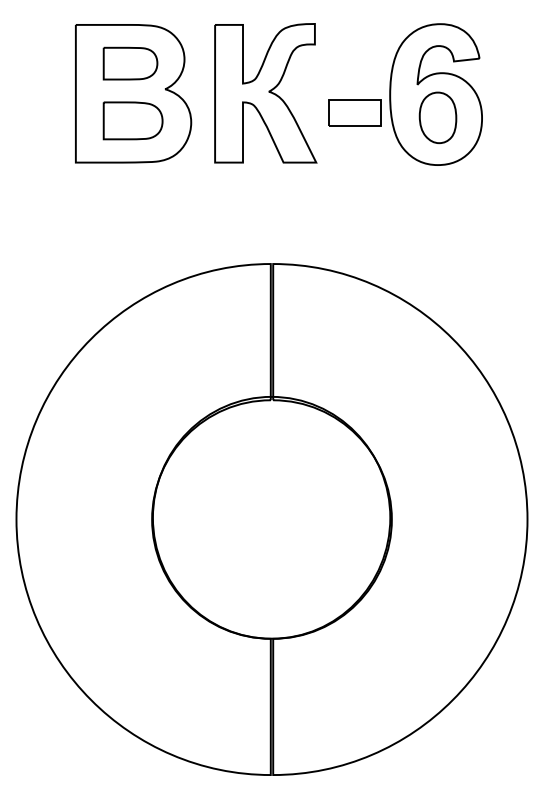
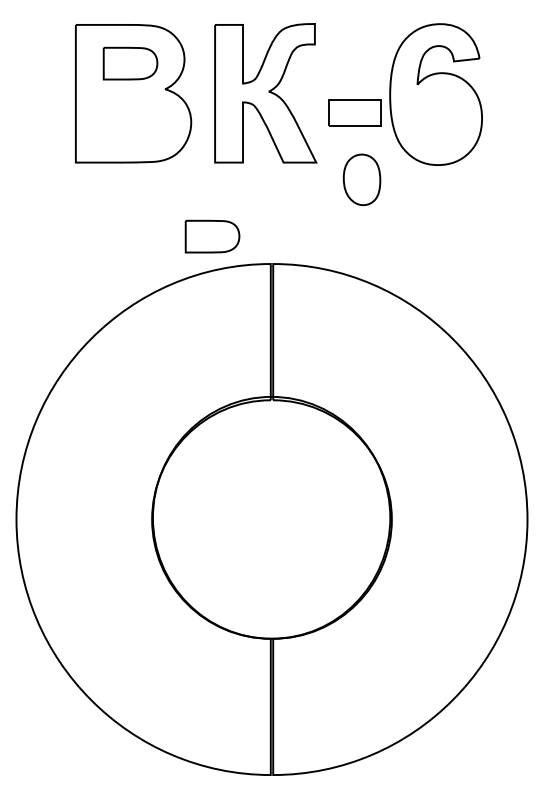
part at (437, 117) position: (437, 117) -> (361, 179)
part at (132, 120): present -> none
part at (212, 236): none -> present
